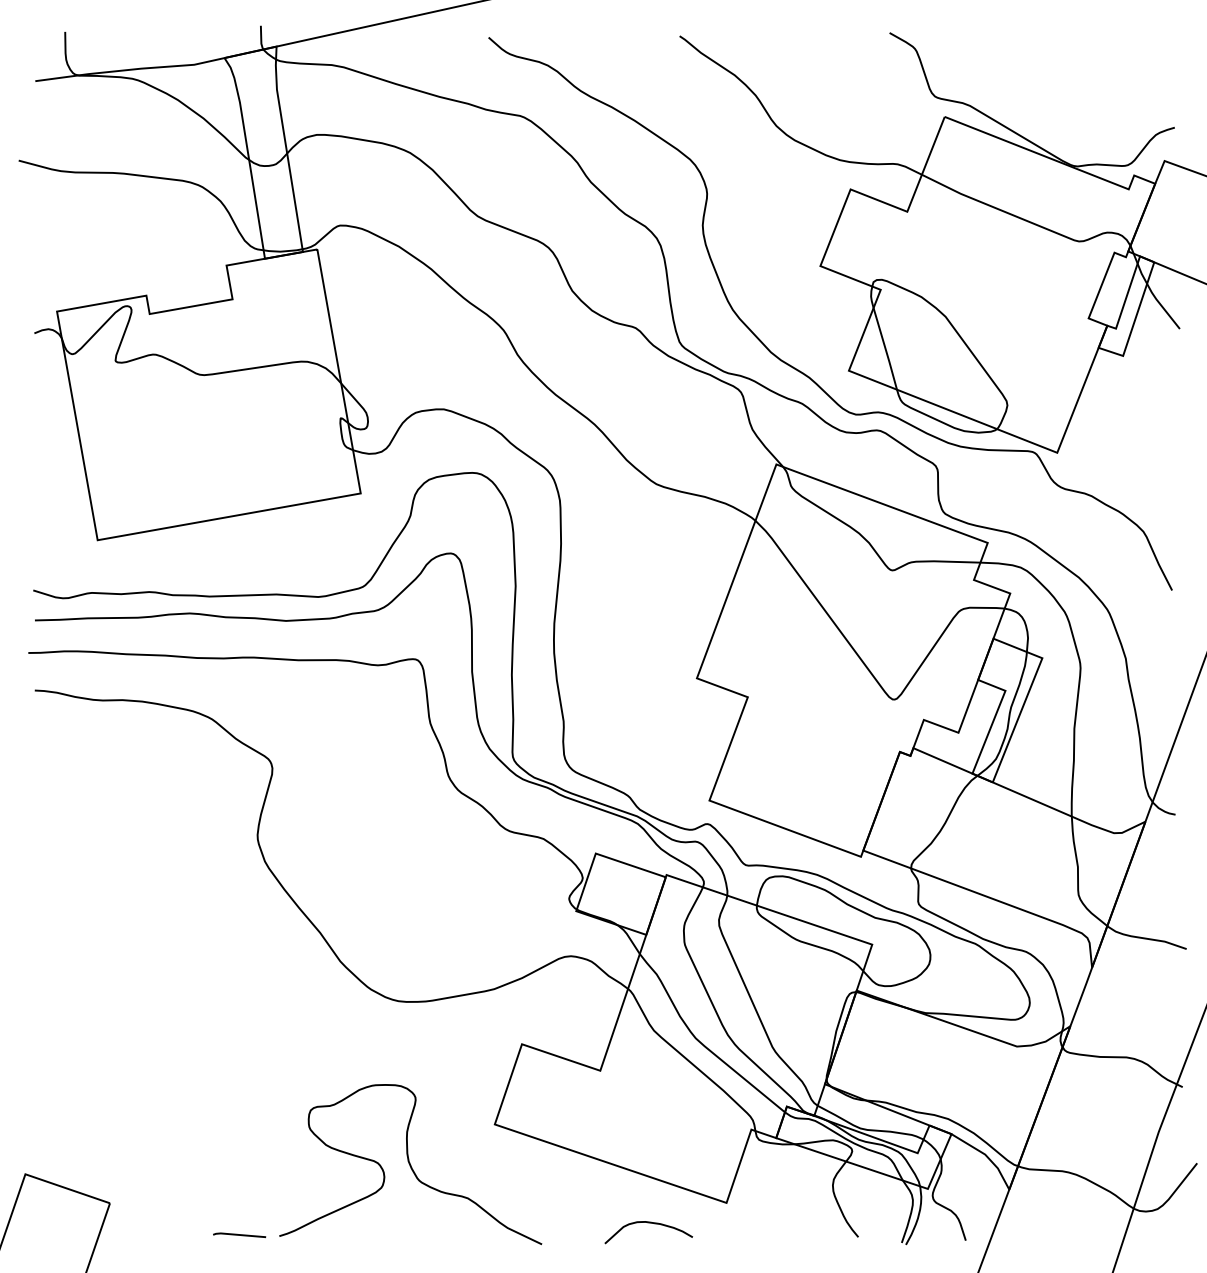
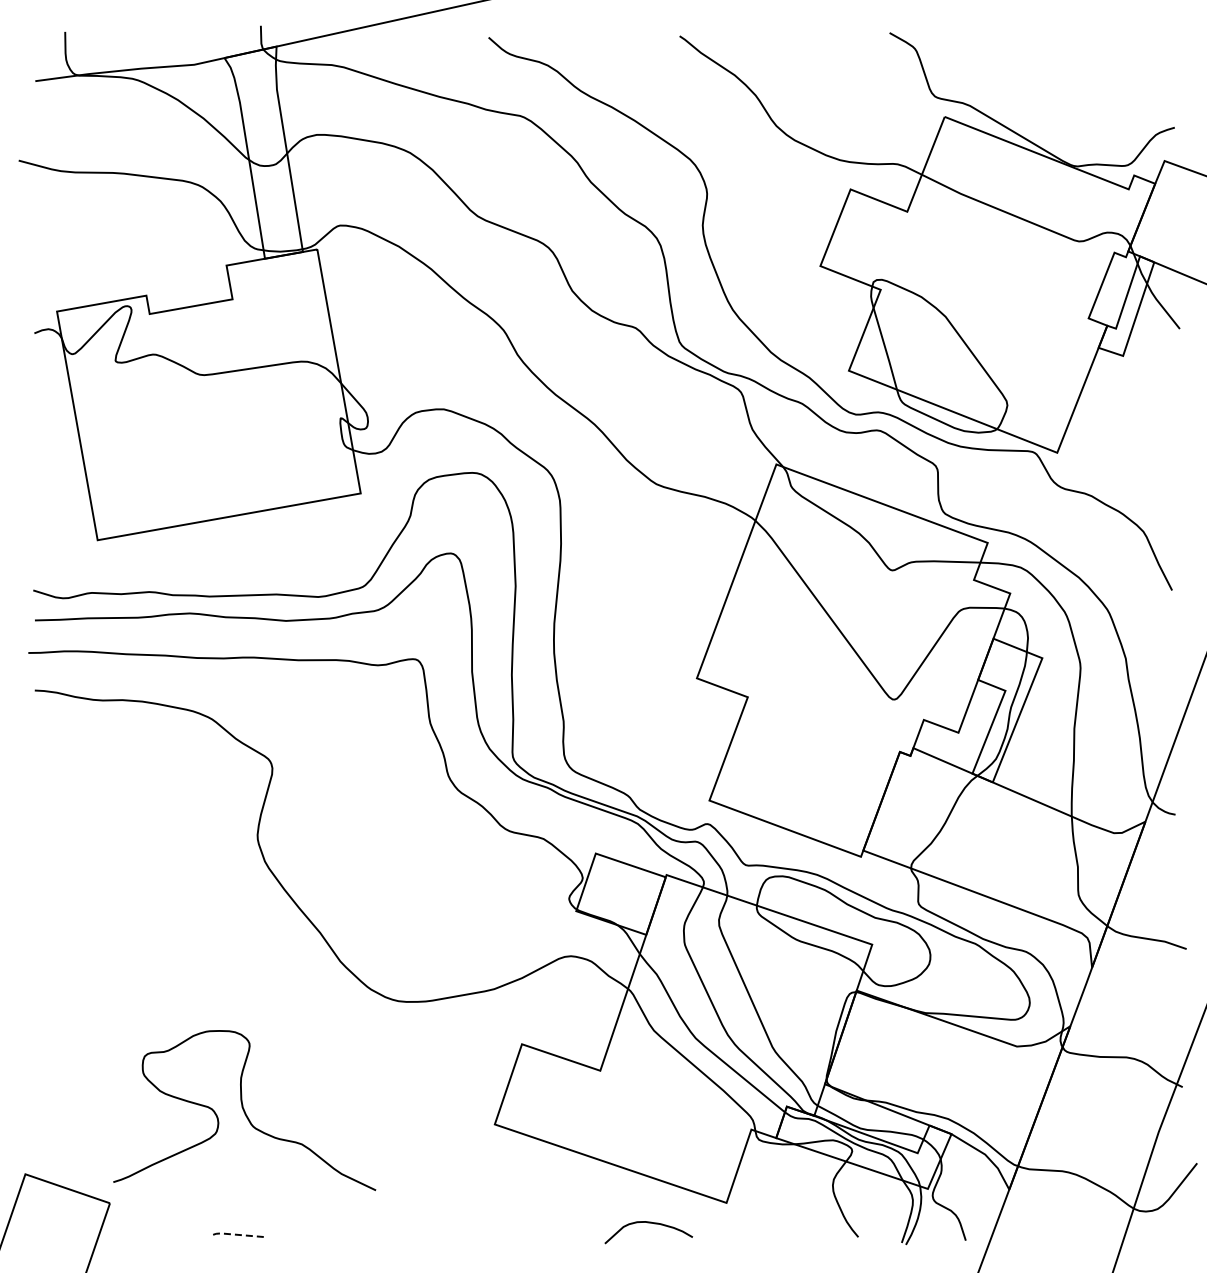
curve at (410, 1164) position: (410, 1164) -> (244, 1110)
line at (238, 1234): solid -> dashed
